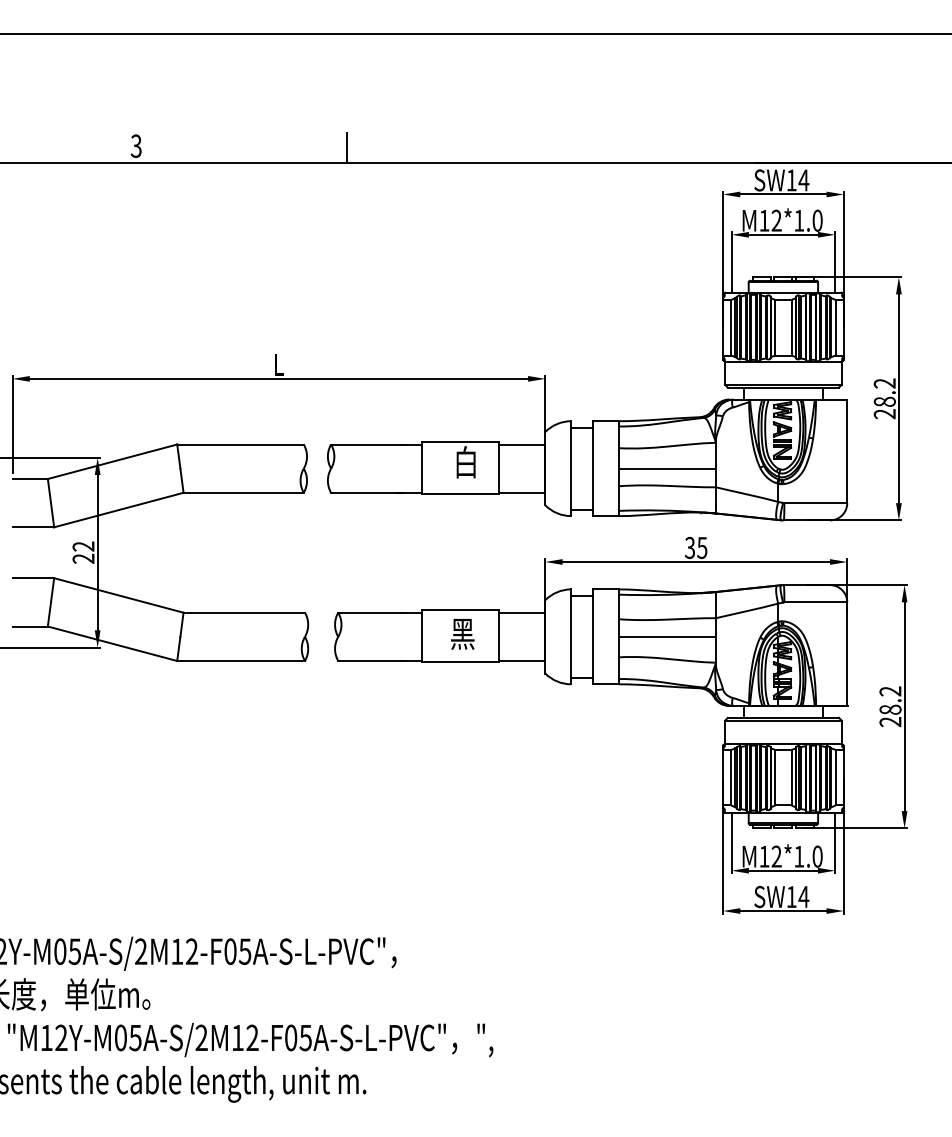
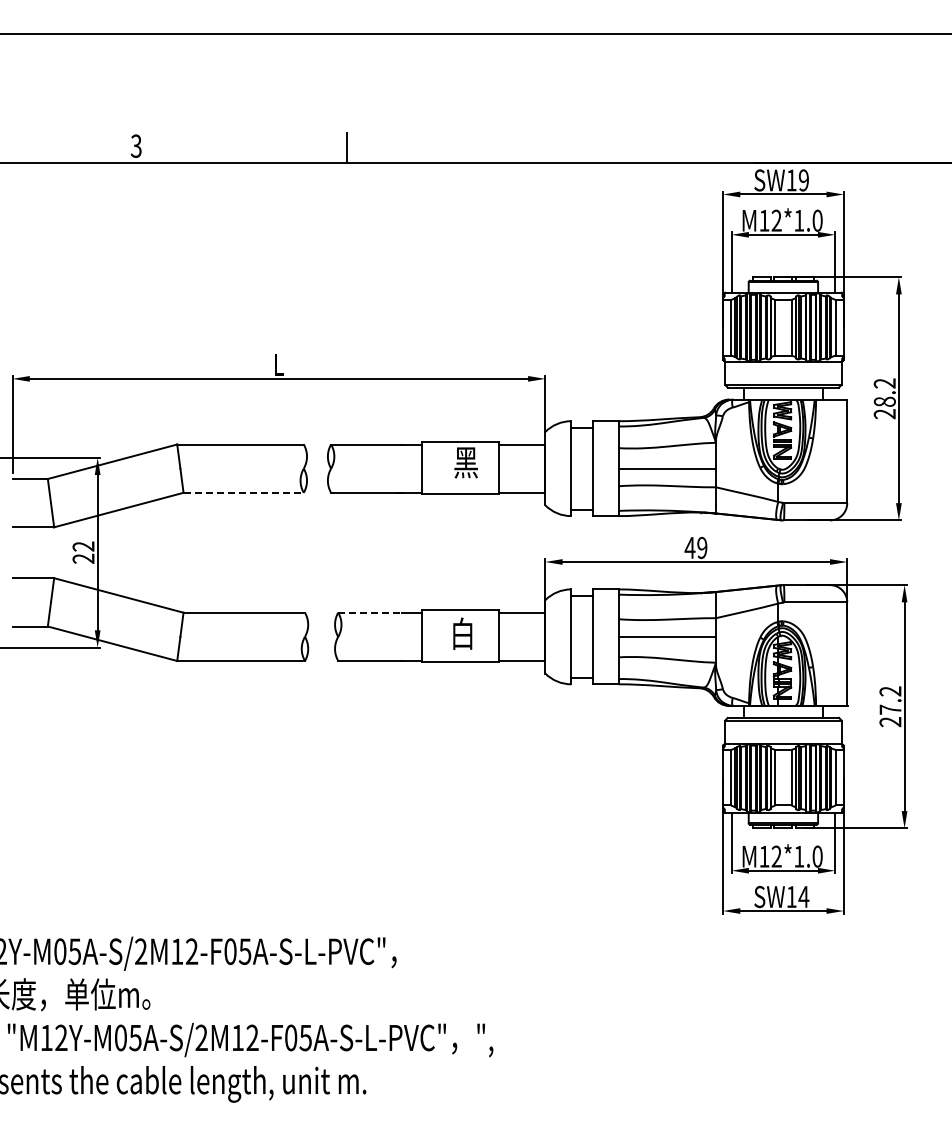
text at (803, 180): SW14 -> SW19
text at (465, 462): 白 -> 黑
line at (244, 492): solid -> dashed
text at (695, 547): 35 -> 49
line at (370, 612): solid -> dashed
text at (462, 633): 黑 -> 白
text at (890, 709): 28.2 -> 27.2
